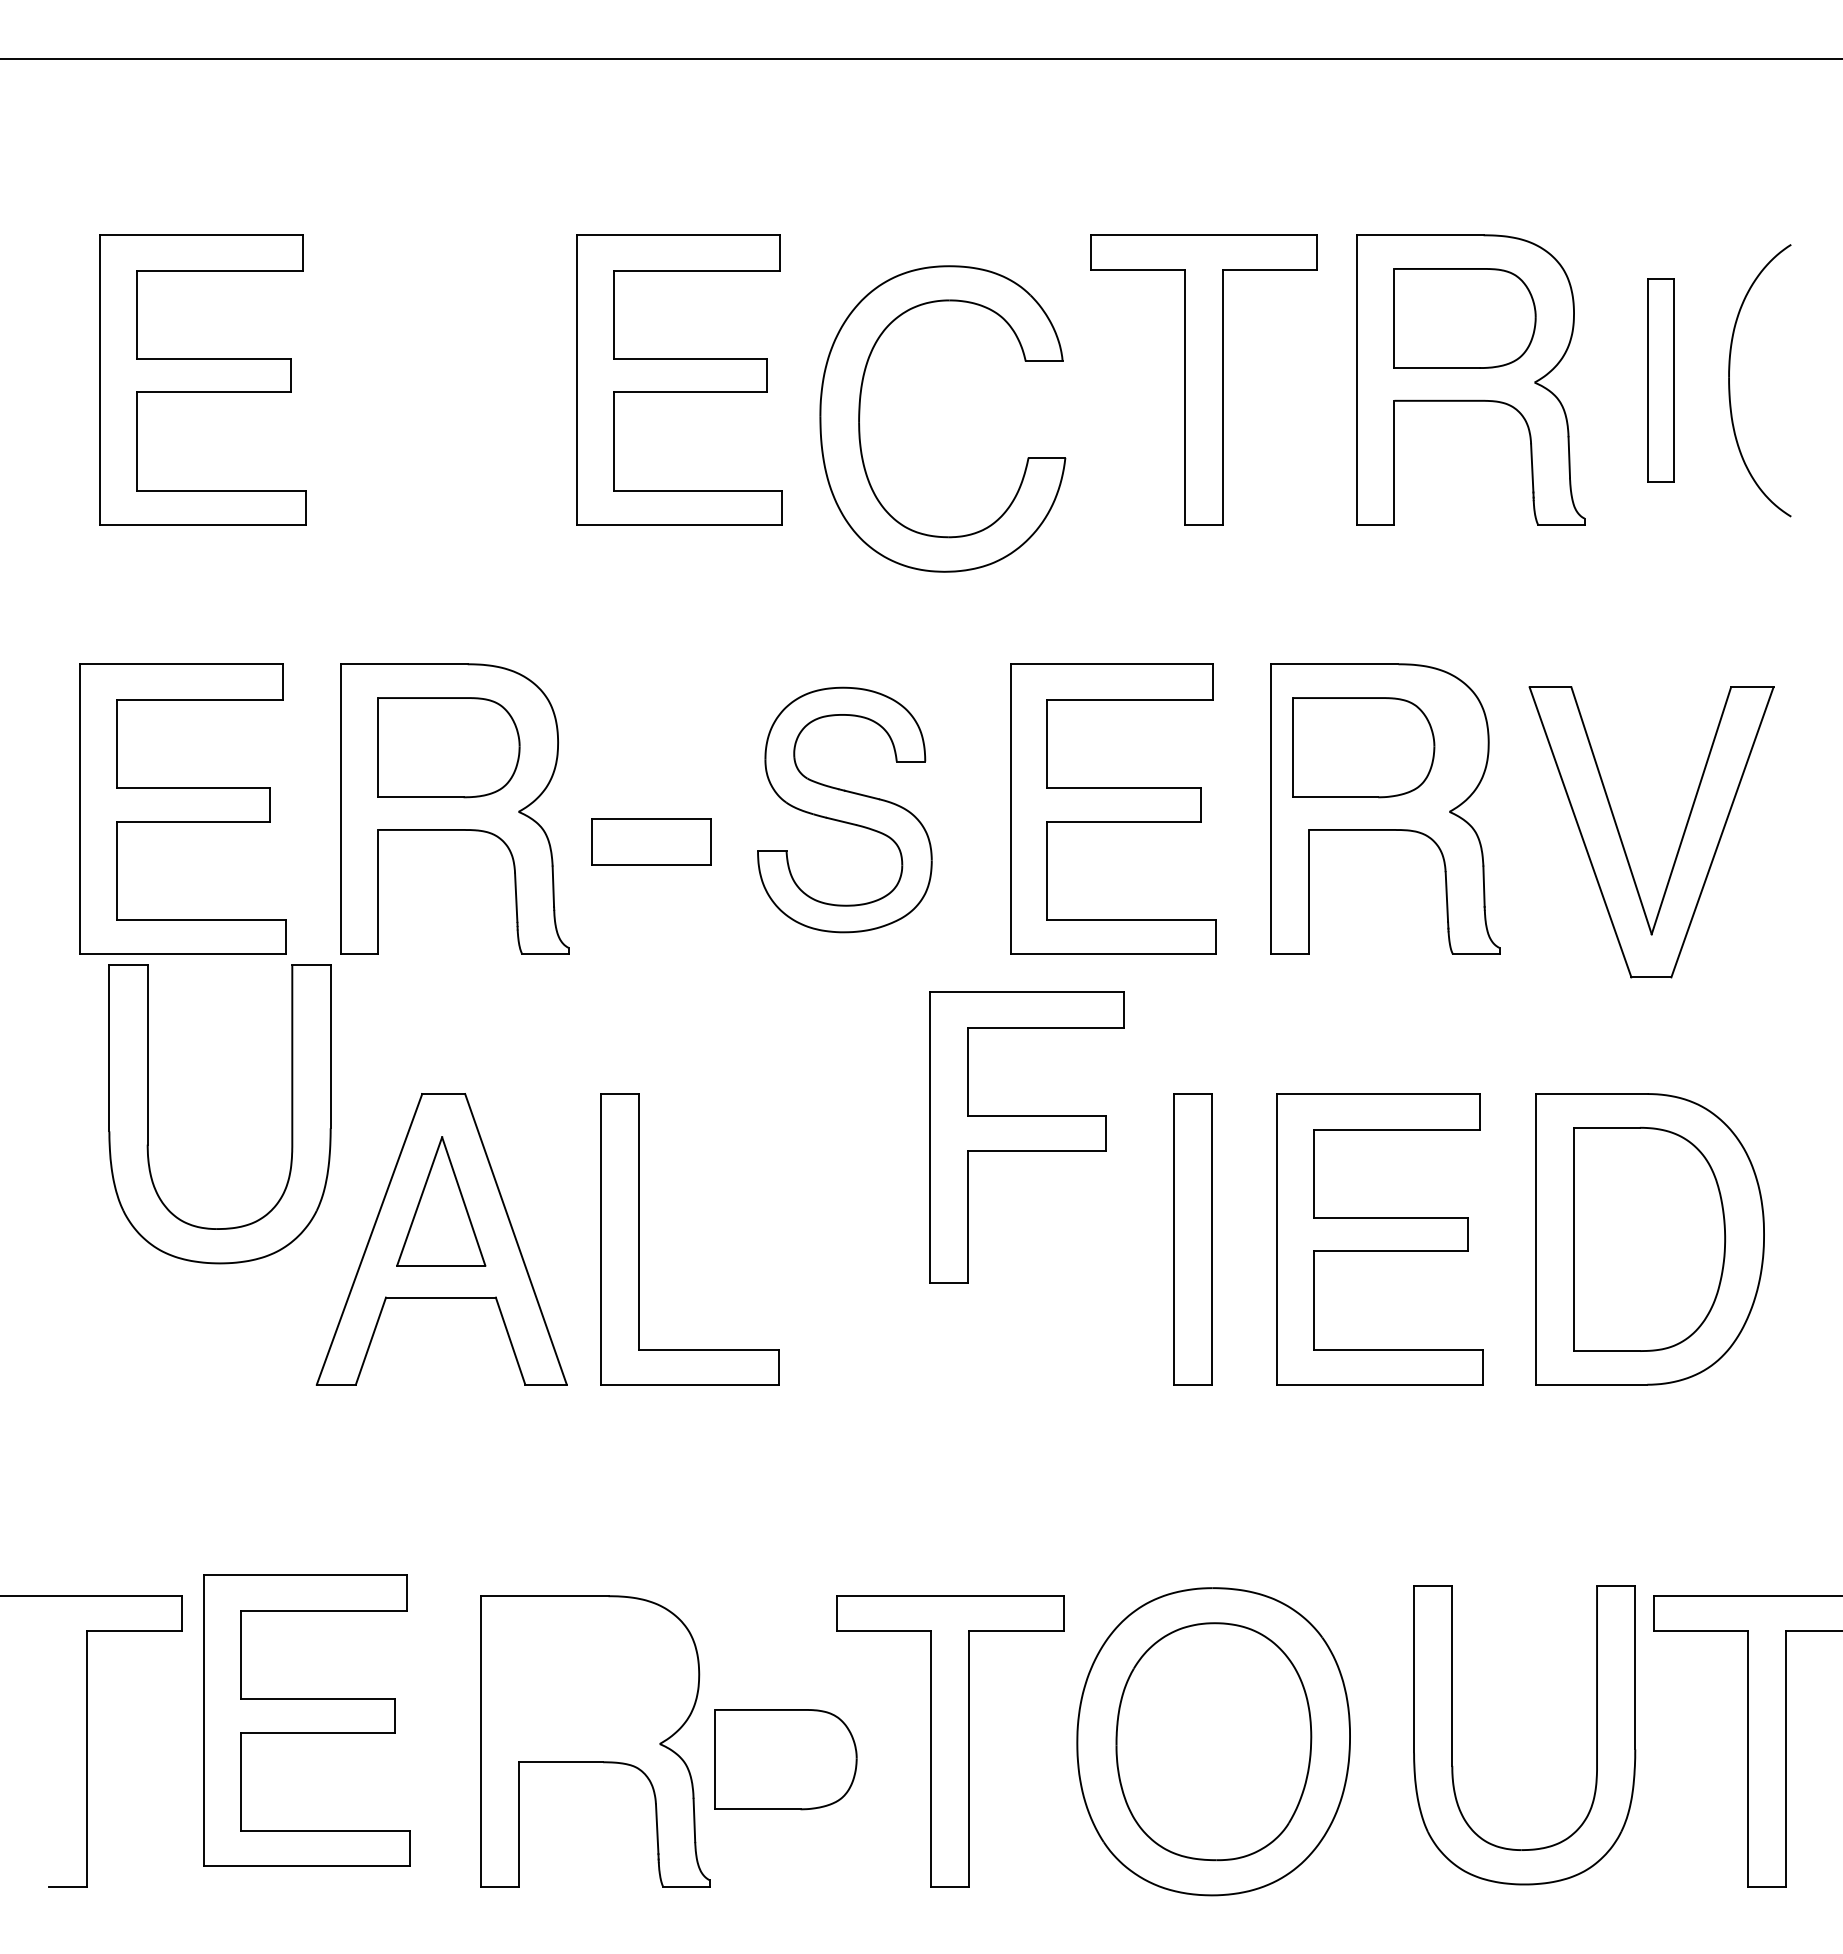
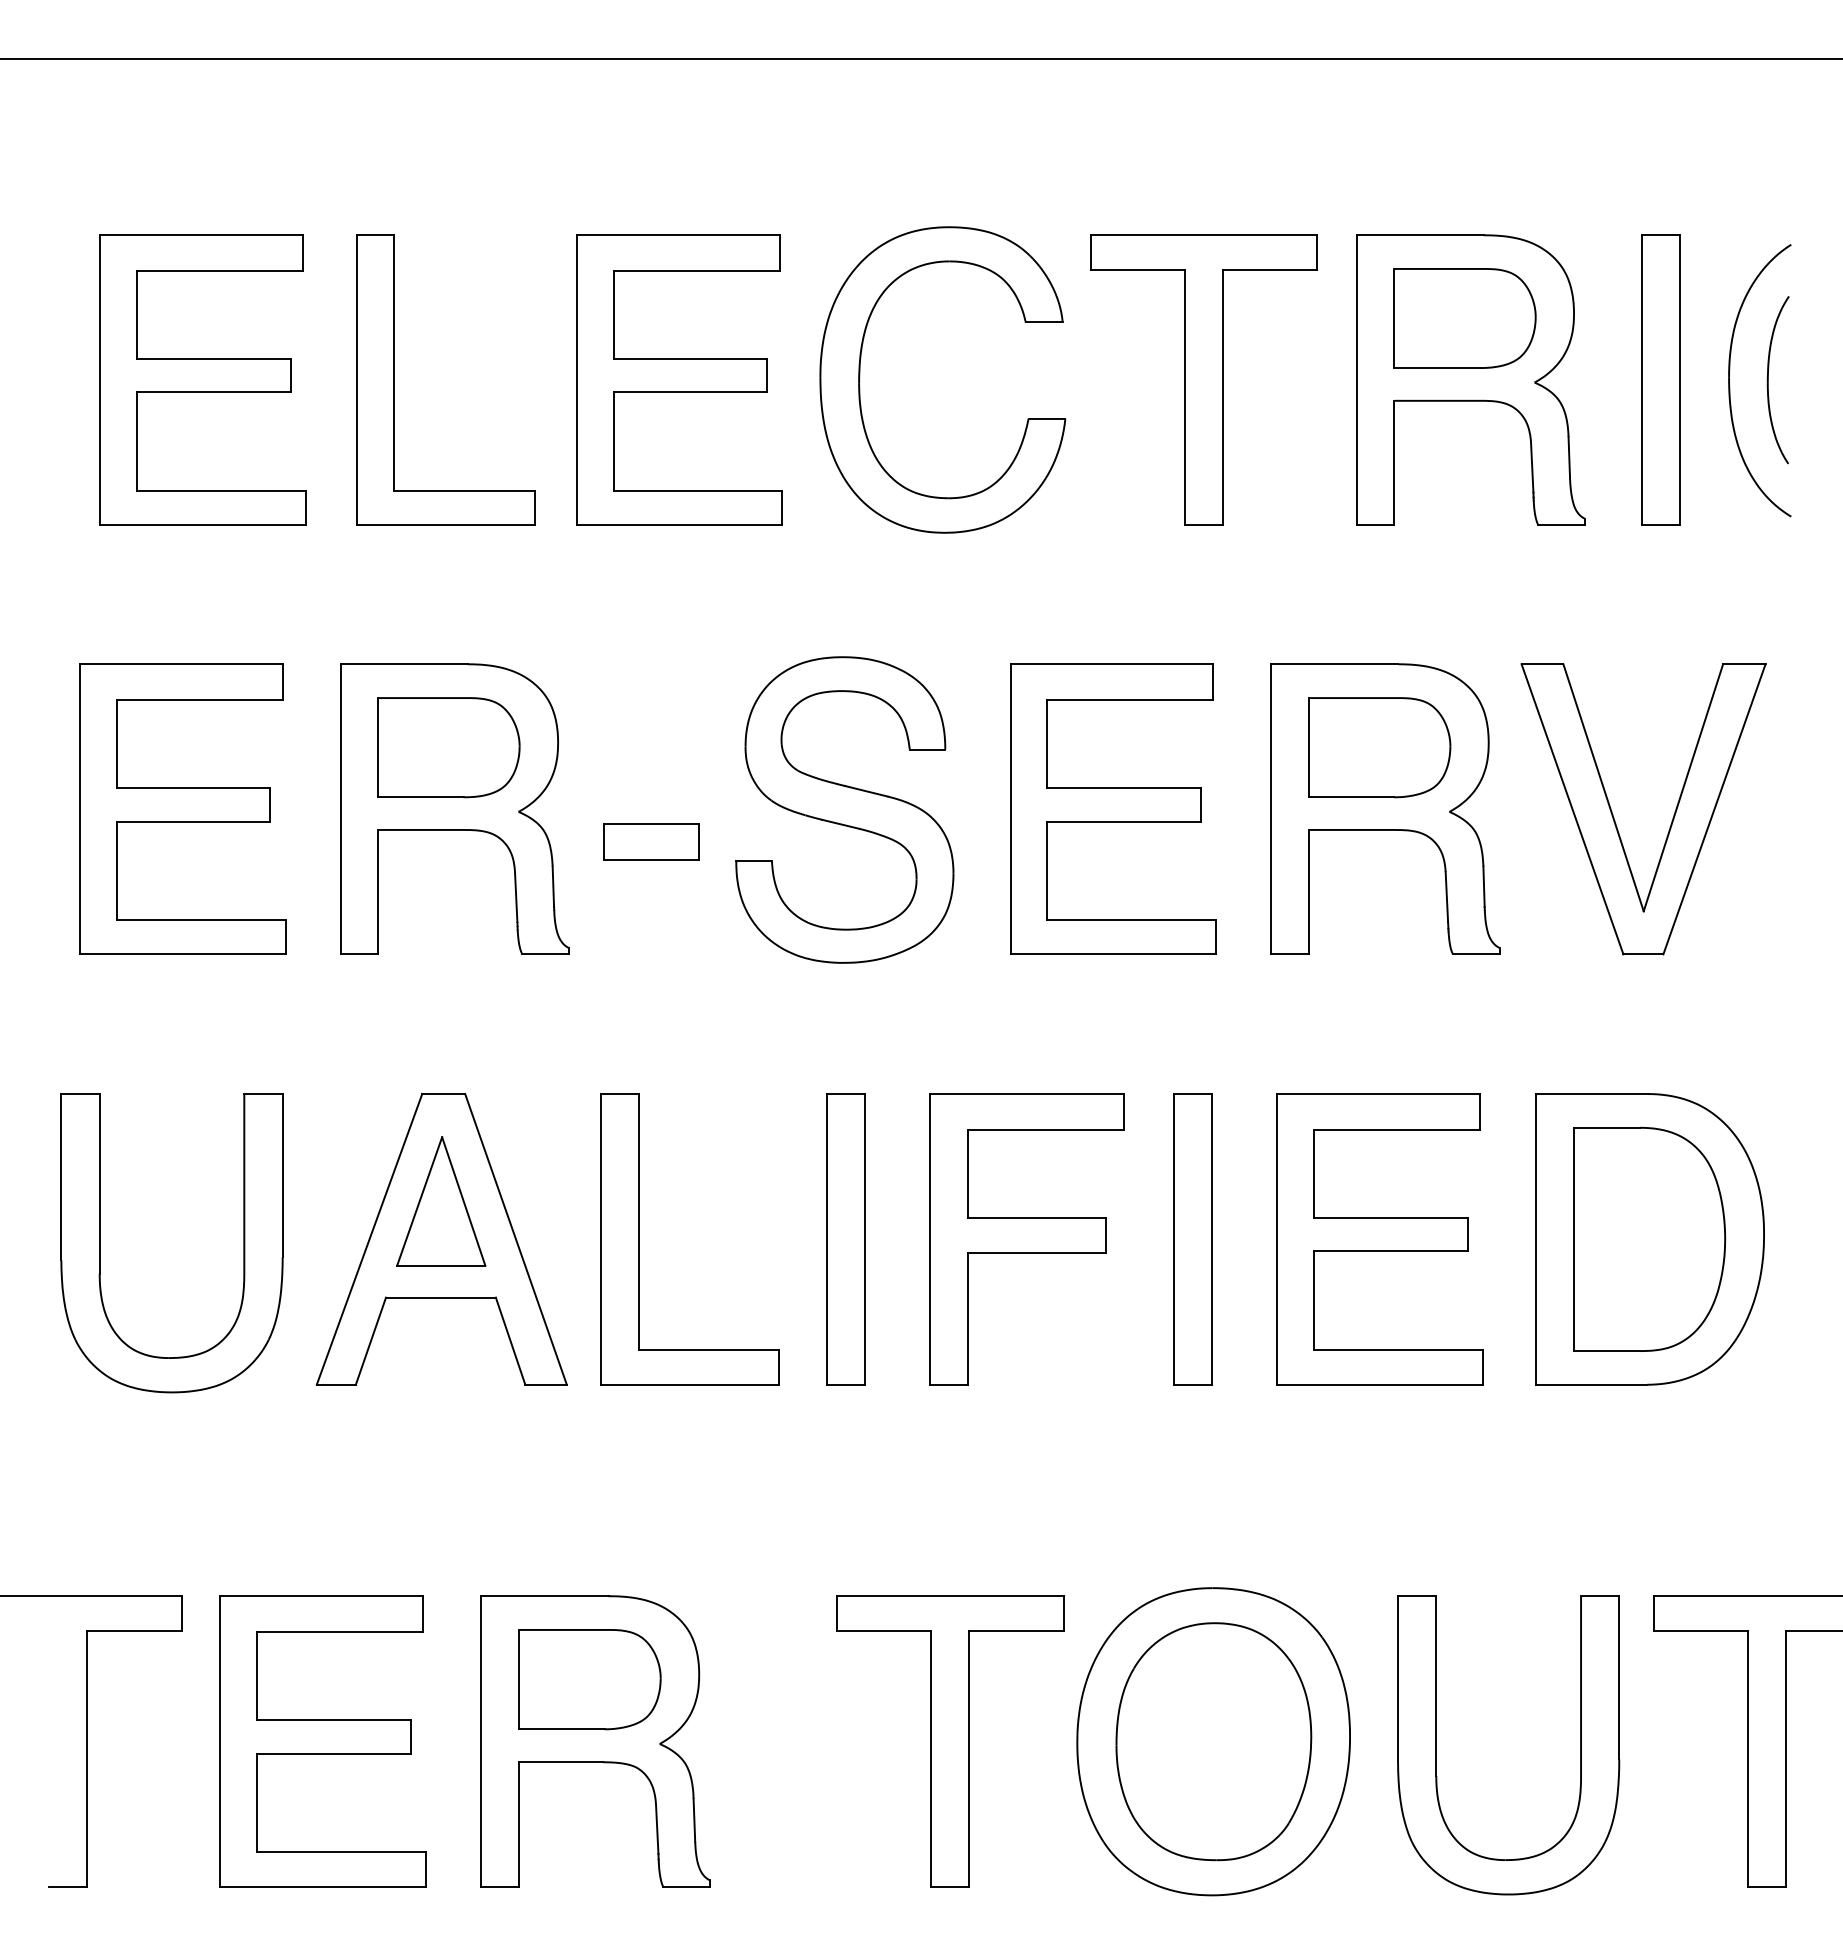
part at (394, 379): none -> present
part at (1660, 380) size: 28x205 px -> 40x292 px
part at (1768, 380): none -> present
part at (860, 416) position: (860, 416) -> (860, 377)
part at (1363, 747) position: (1363, 747) -> (1379, 747)
part at (844, 809) size: 176x248 px -> 220x308 px
part at (1622, 840) position: (1622, 840) -> (1614, 817)
part at (651, 841) size: 121x48 px -> 97x38 px
part at (148, 1114) position: (148, 1114) -> (100, 1243)
part at (1026, 1137) position: (1026, 1137) -> (1026, 1239)
part at (845, 1239): none -> present
part at (306, 1720) position: (306, 1720) -> (322, 1741)
part at (1452, 1735) position: (1452, 1735) -> (1436, 1745)
part at (785, 1759) position: (785, 1759) -> (589, 1679)
